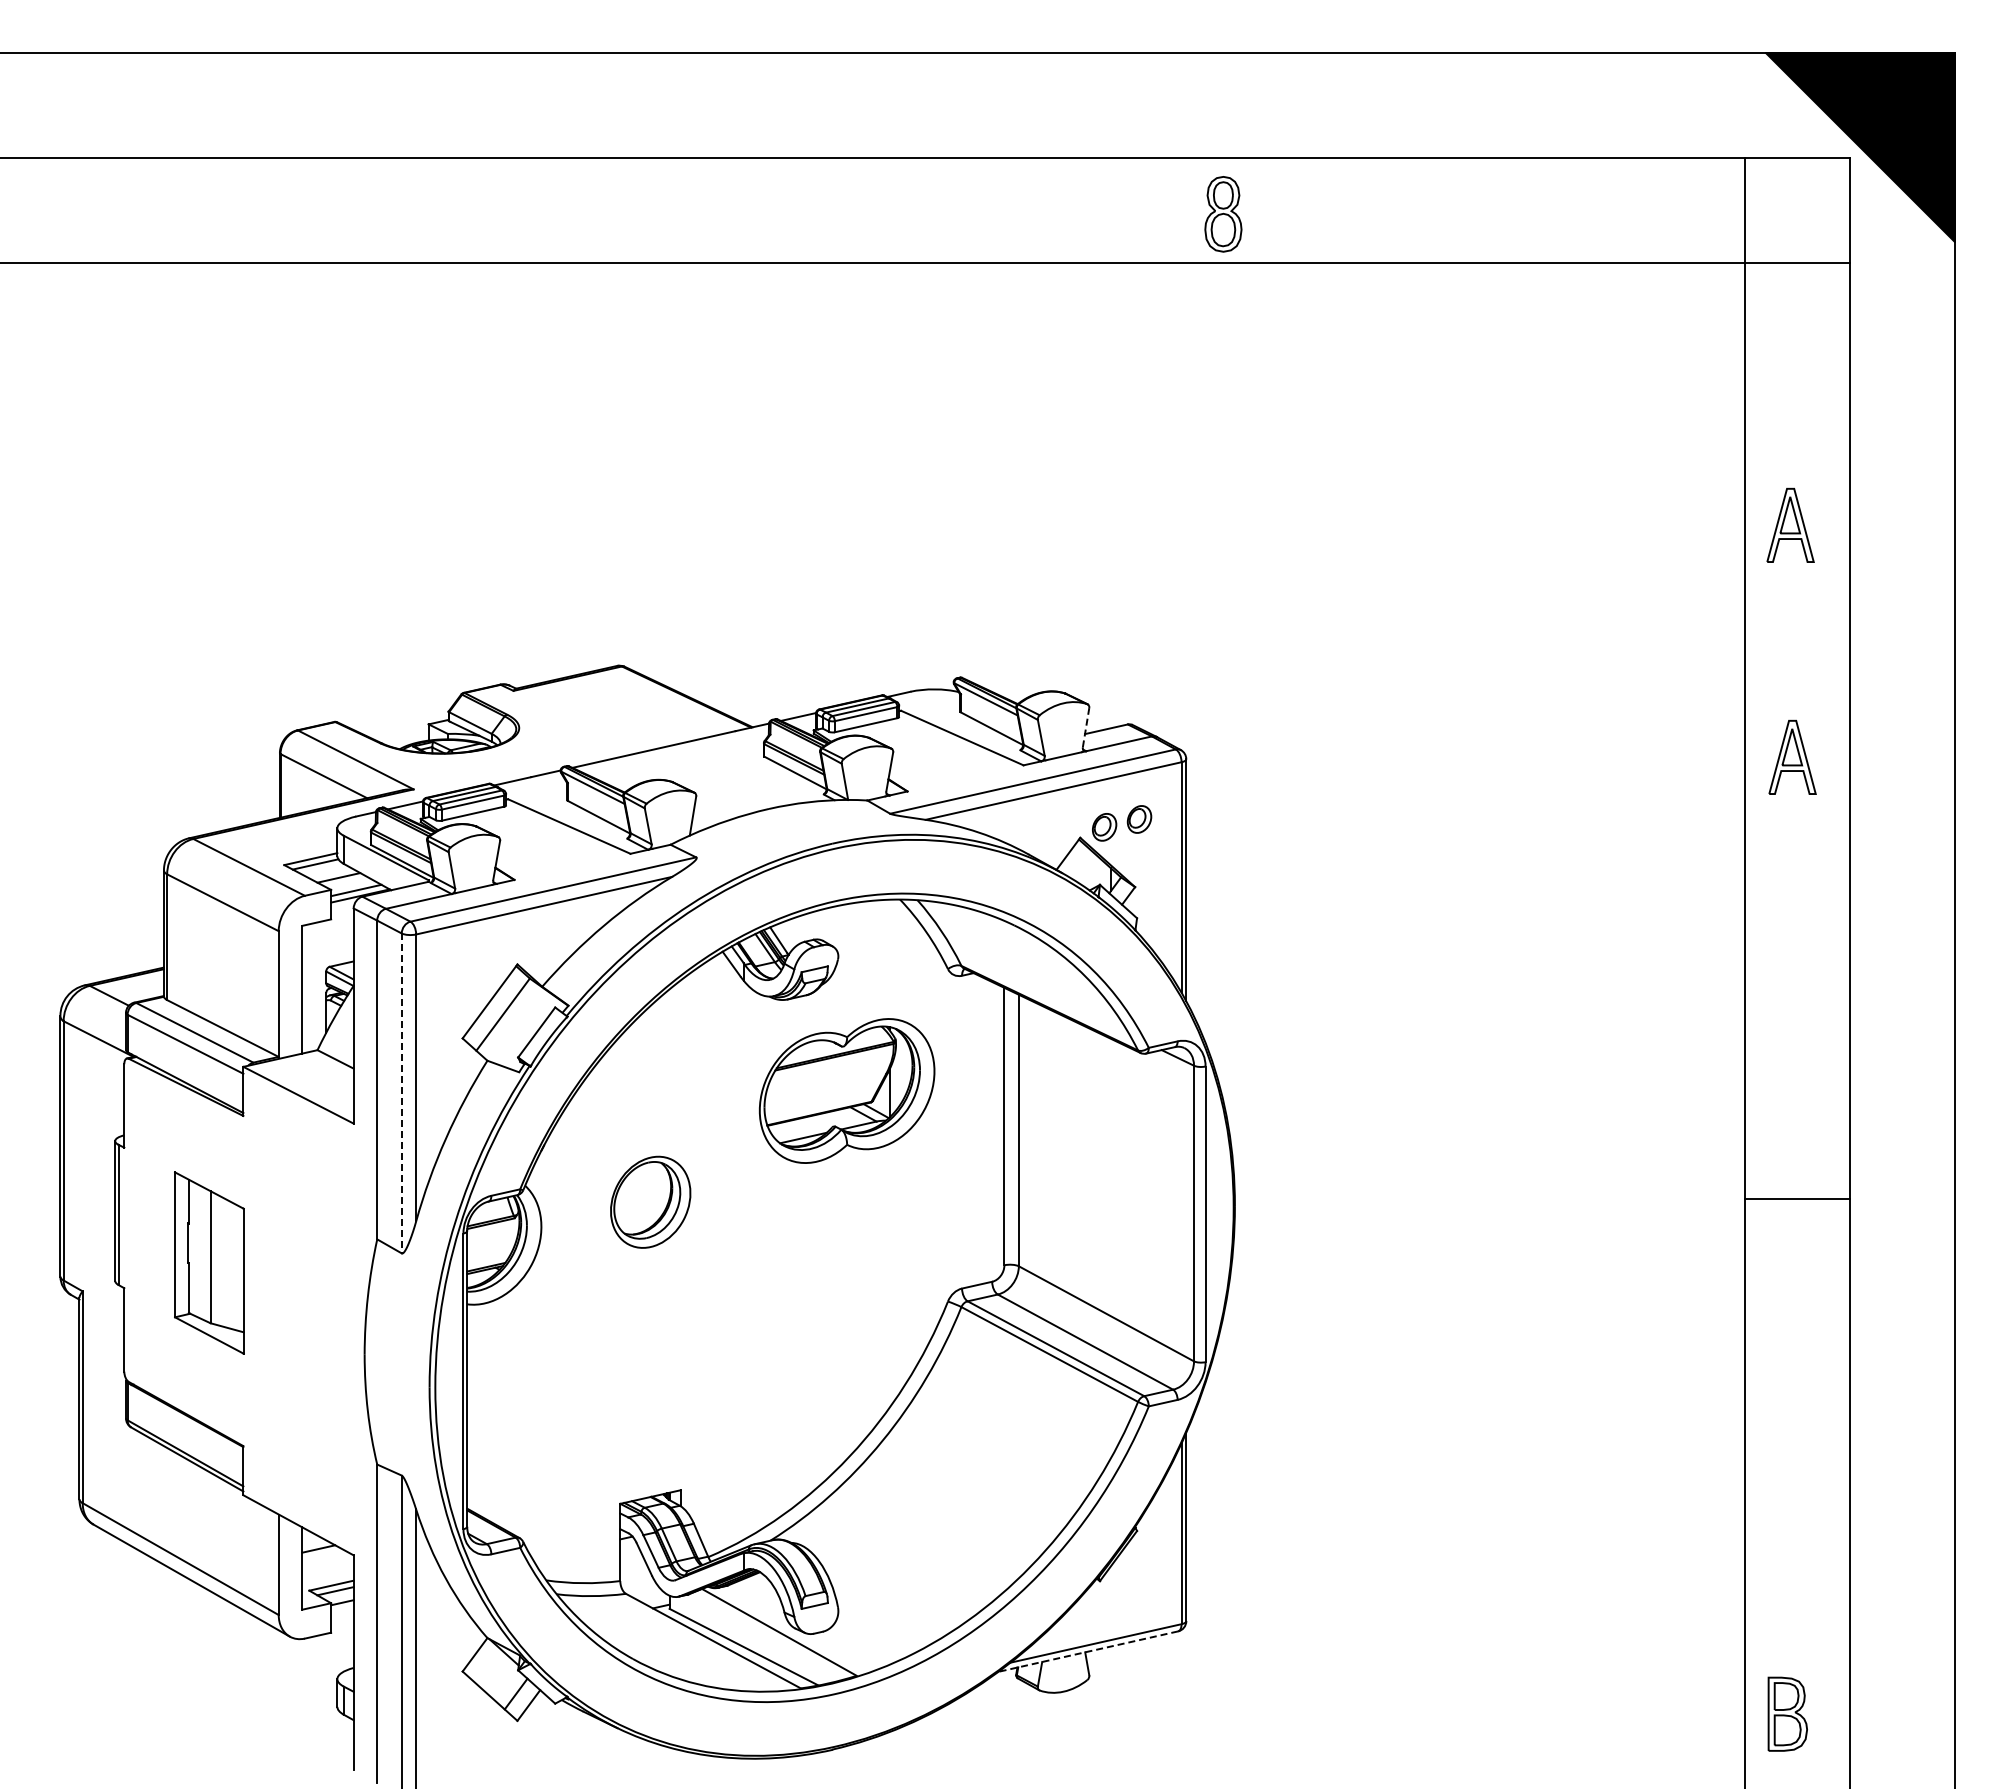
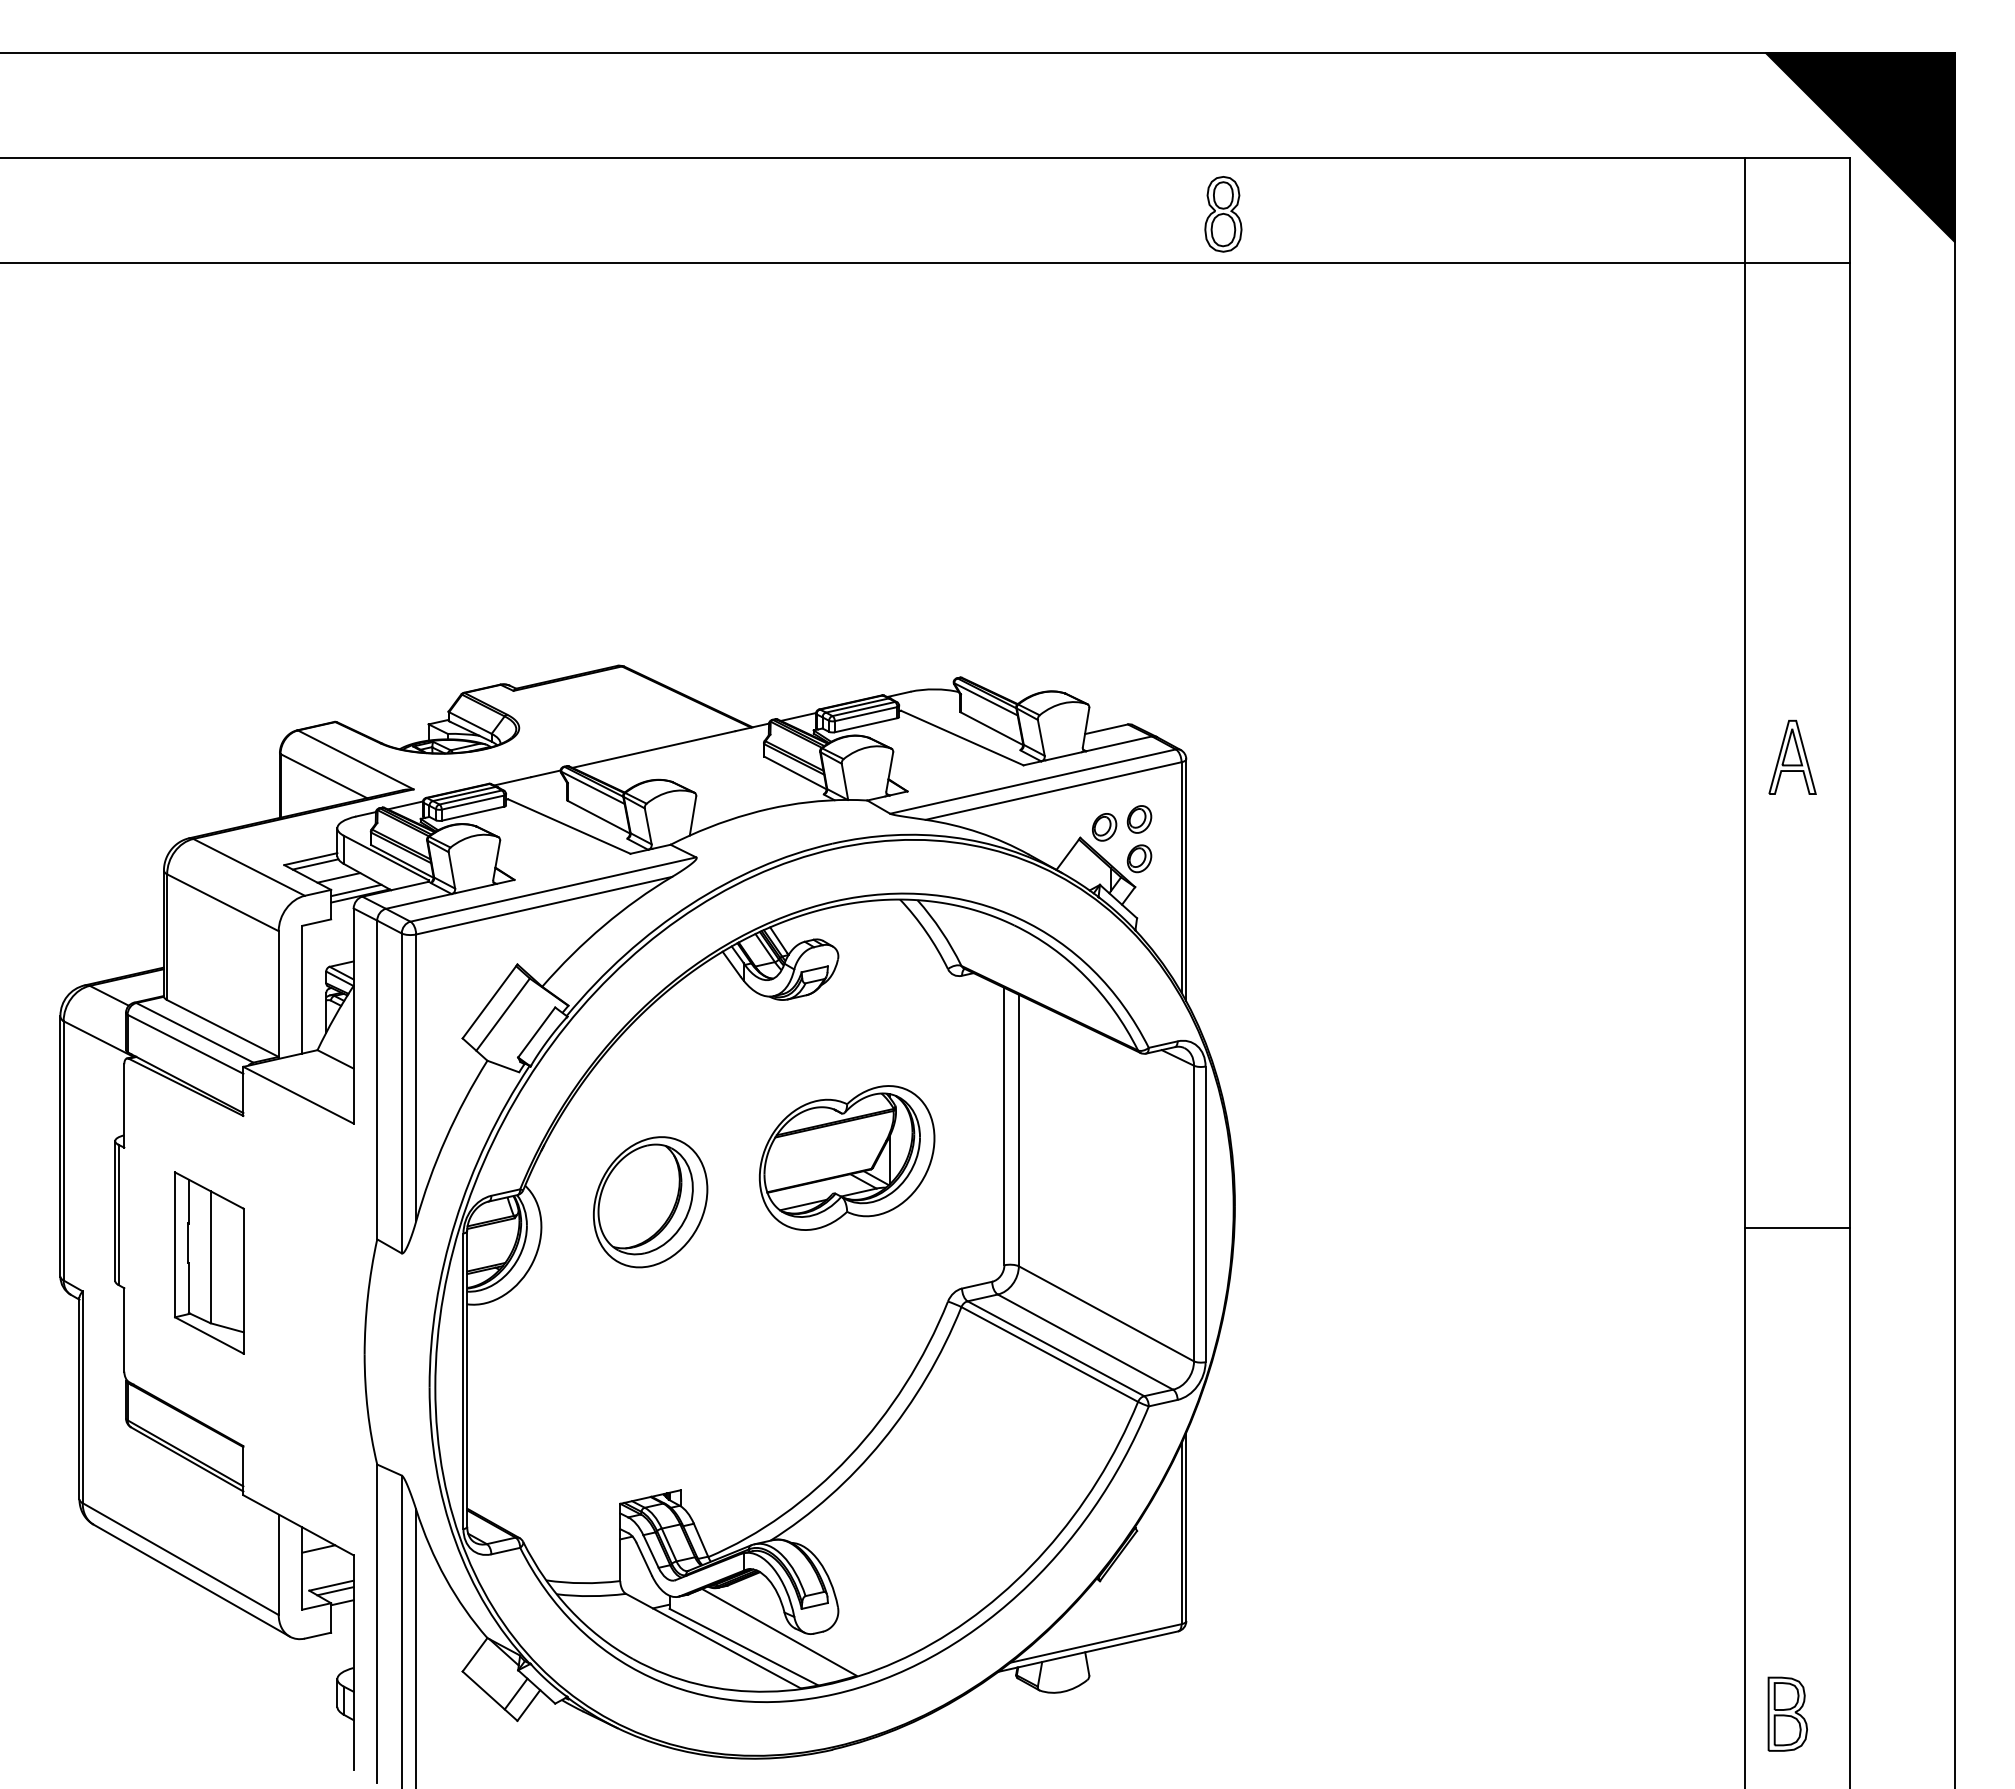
part at (1790, 524): present -> none
line at (1086, 727): dashed -> solid
part at (1139, 858): none -> present
part at (846, 1090) position: (846, 1090) -> (846, 1157)
line at (401, 1093): dashed -> solid
line at (1797, 1199) position: (1797, 1199) -> (1797, 1228)
part at (650, 1201) size: 82x94 px -> 116x133 px
line at (1087, 1651): dashed -> solid
